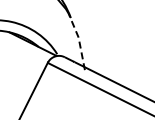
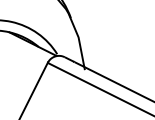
line at (79, 40): dashed -> solid
